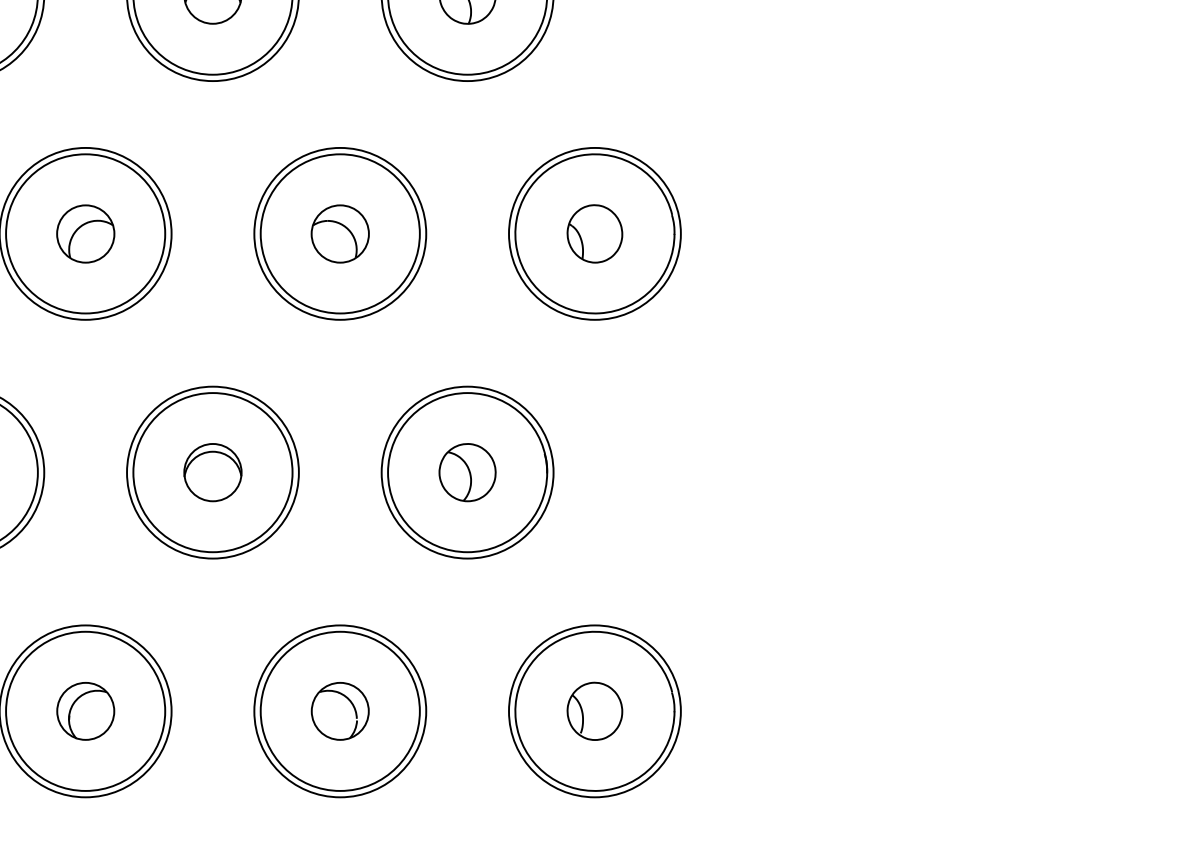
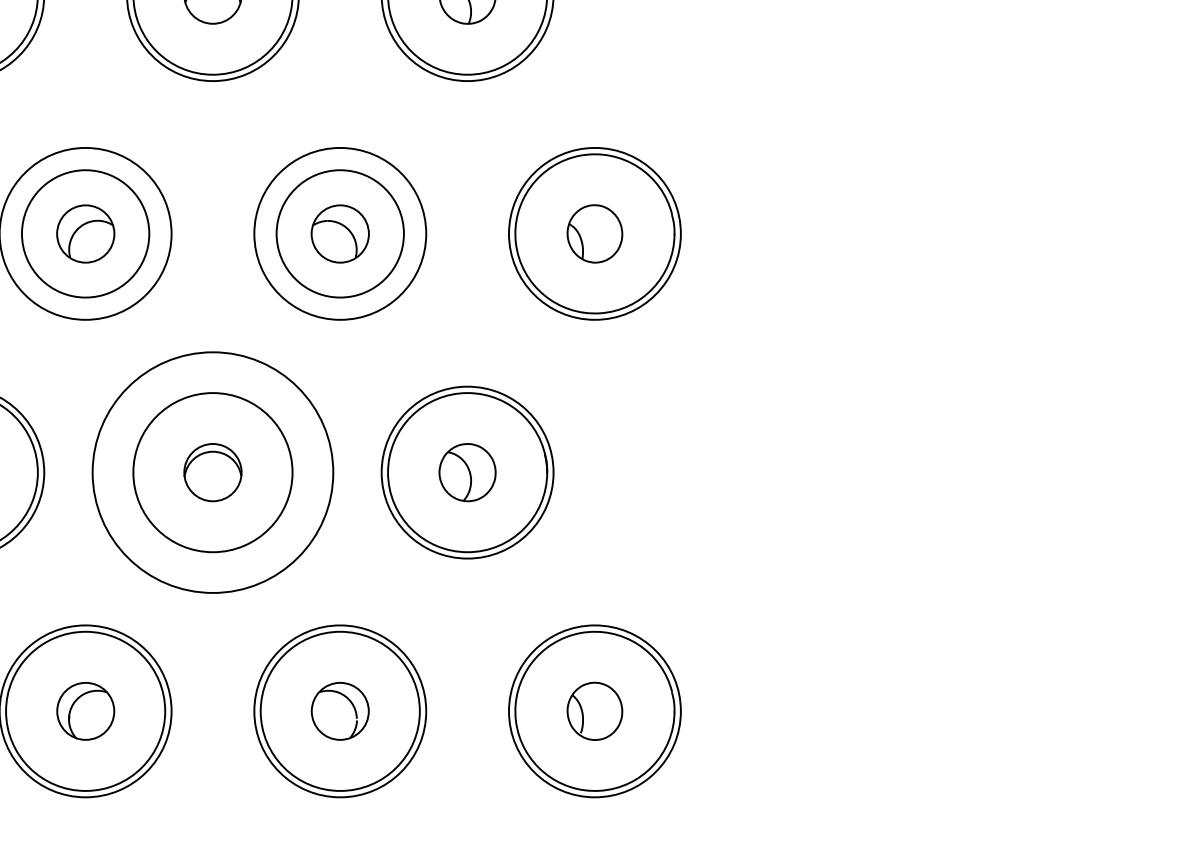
circle at (85, 233) diameter: 159 px -> 127 px
circle at (339, 233) diameter: 159 px -> 127 px
circle at (212, 472) diameter: 172 px -> 241 px
